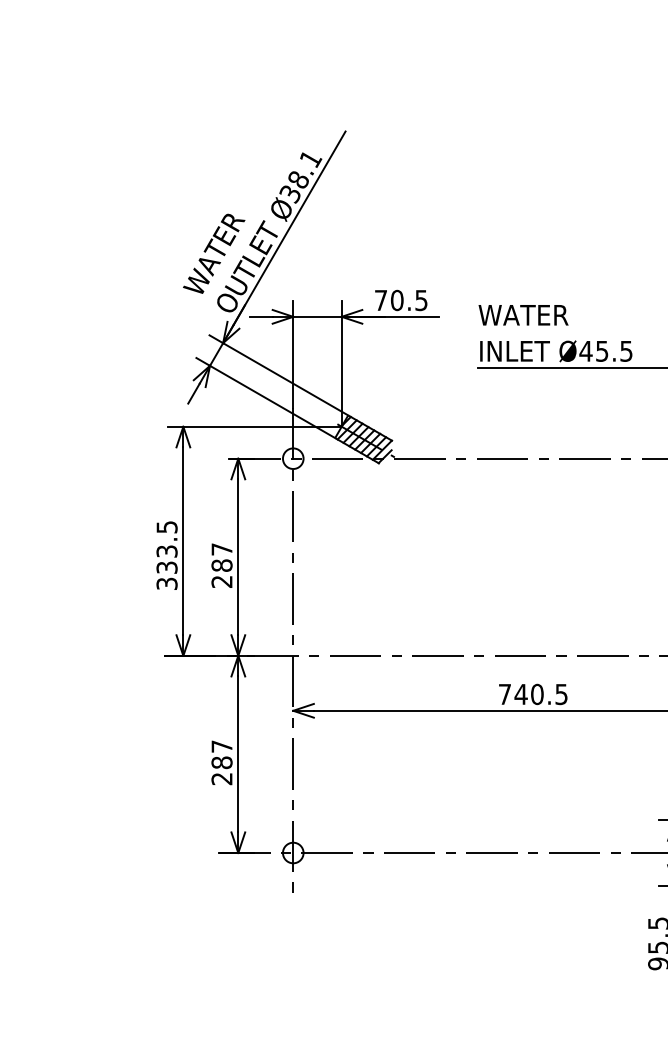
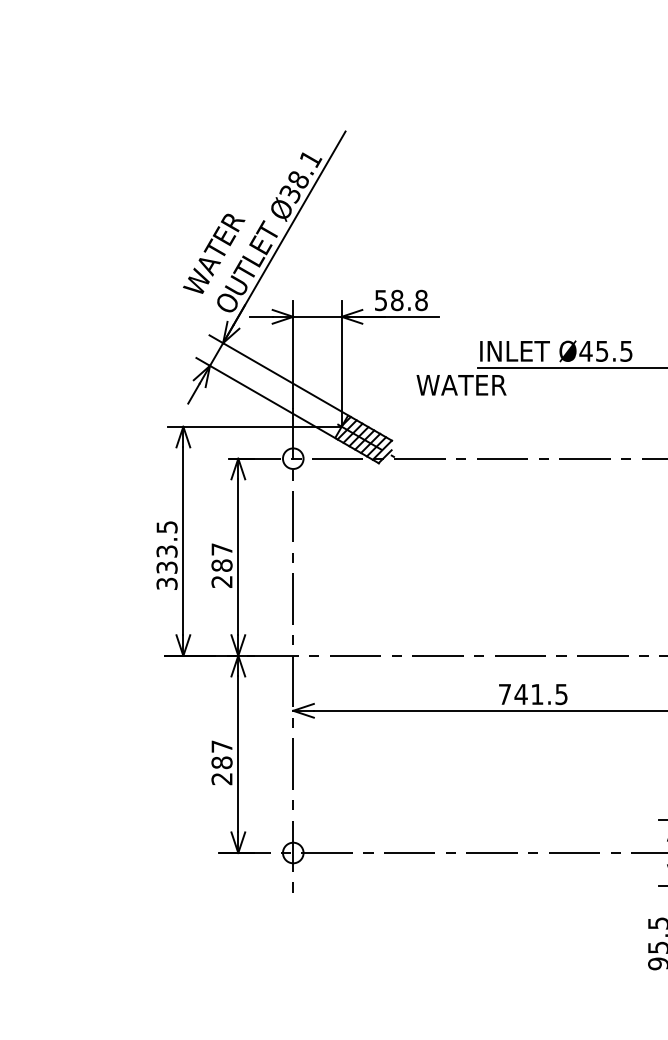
text at (401, 300): 70.5 -> 58.8
text at (523, 315) position: (523, 315) -> (461, 385)
text at (537, 694): 740.5 -> 741.5
